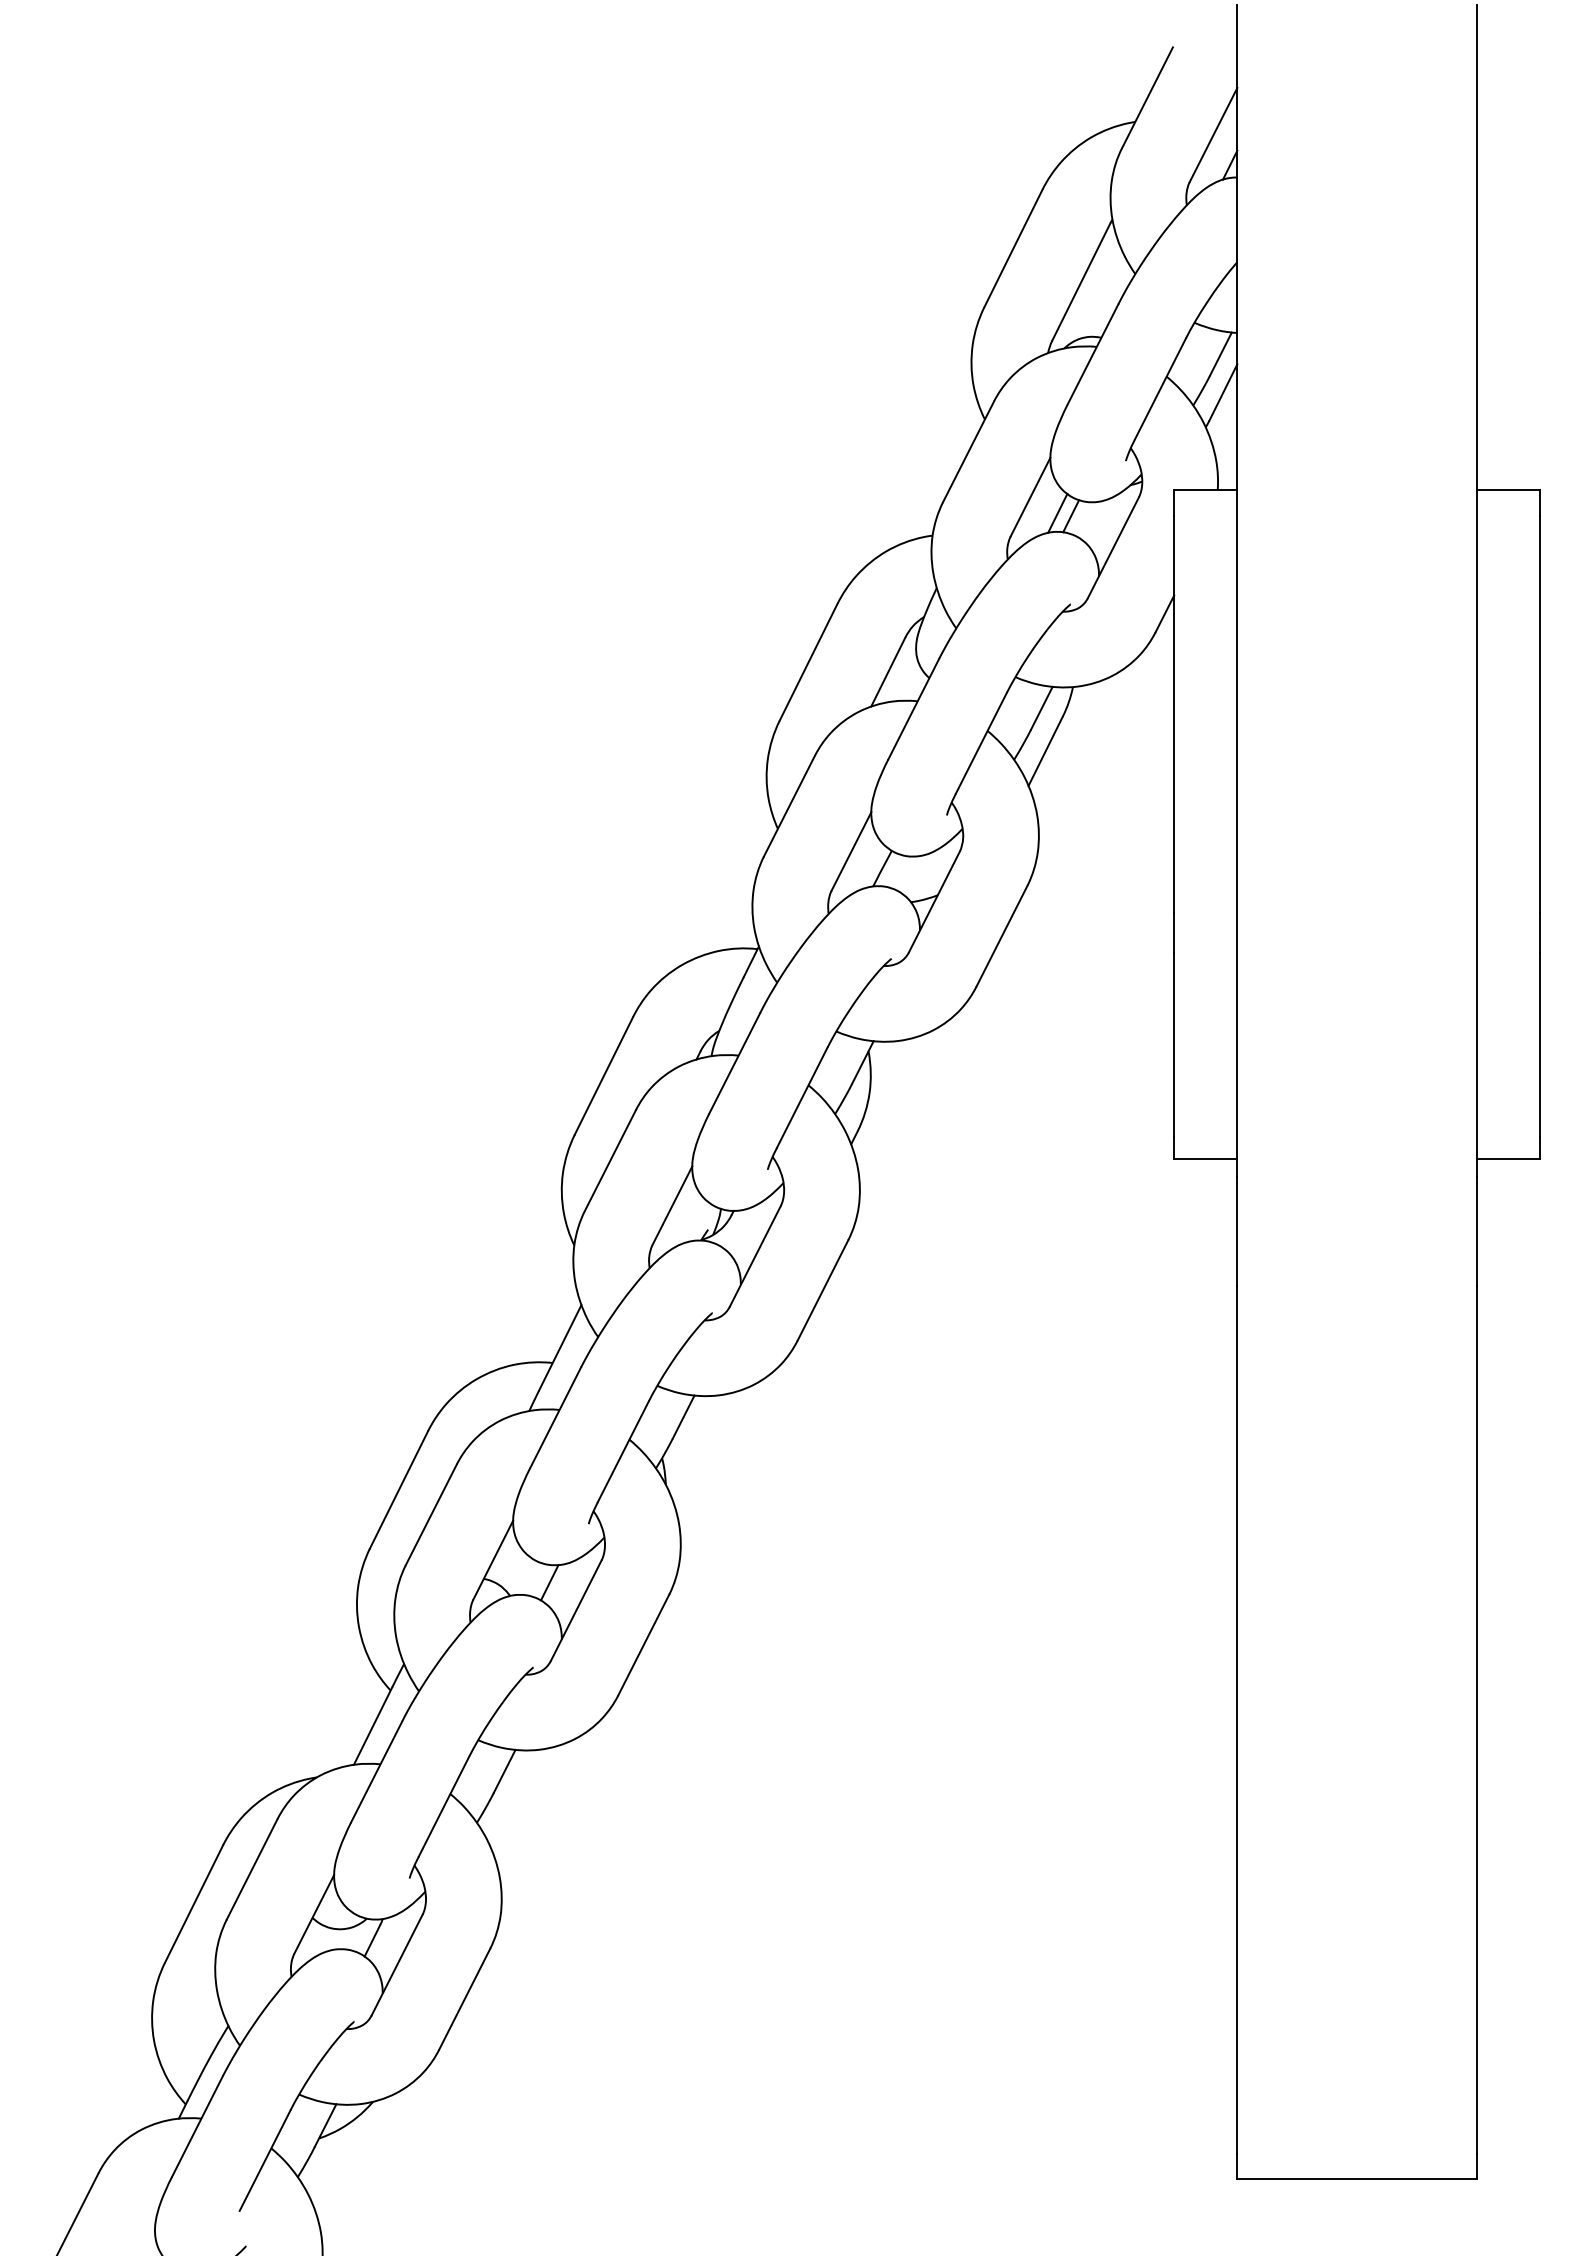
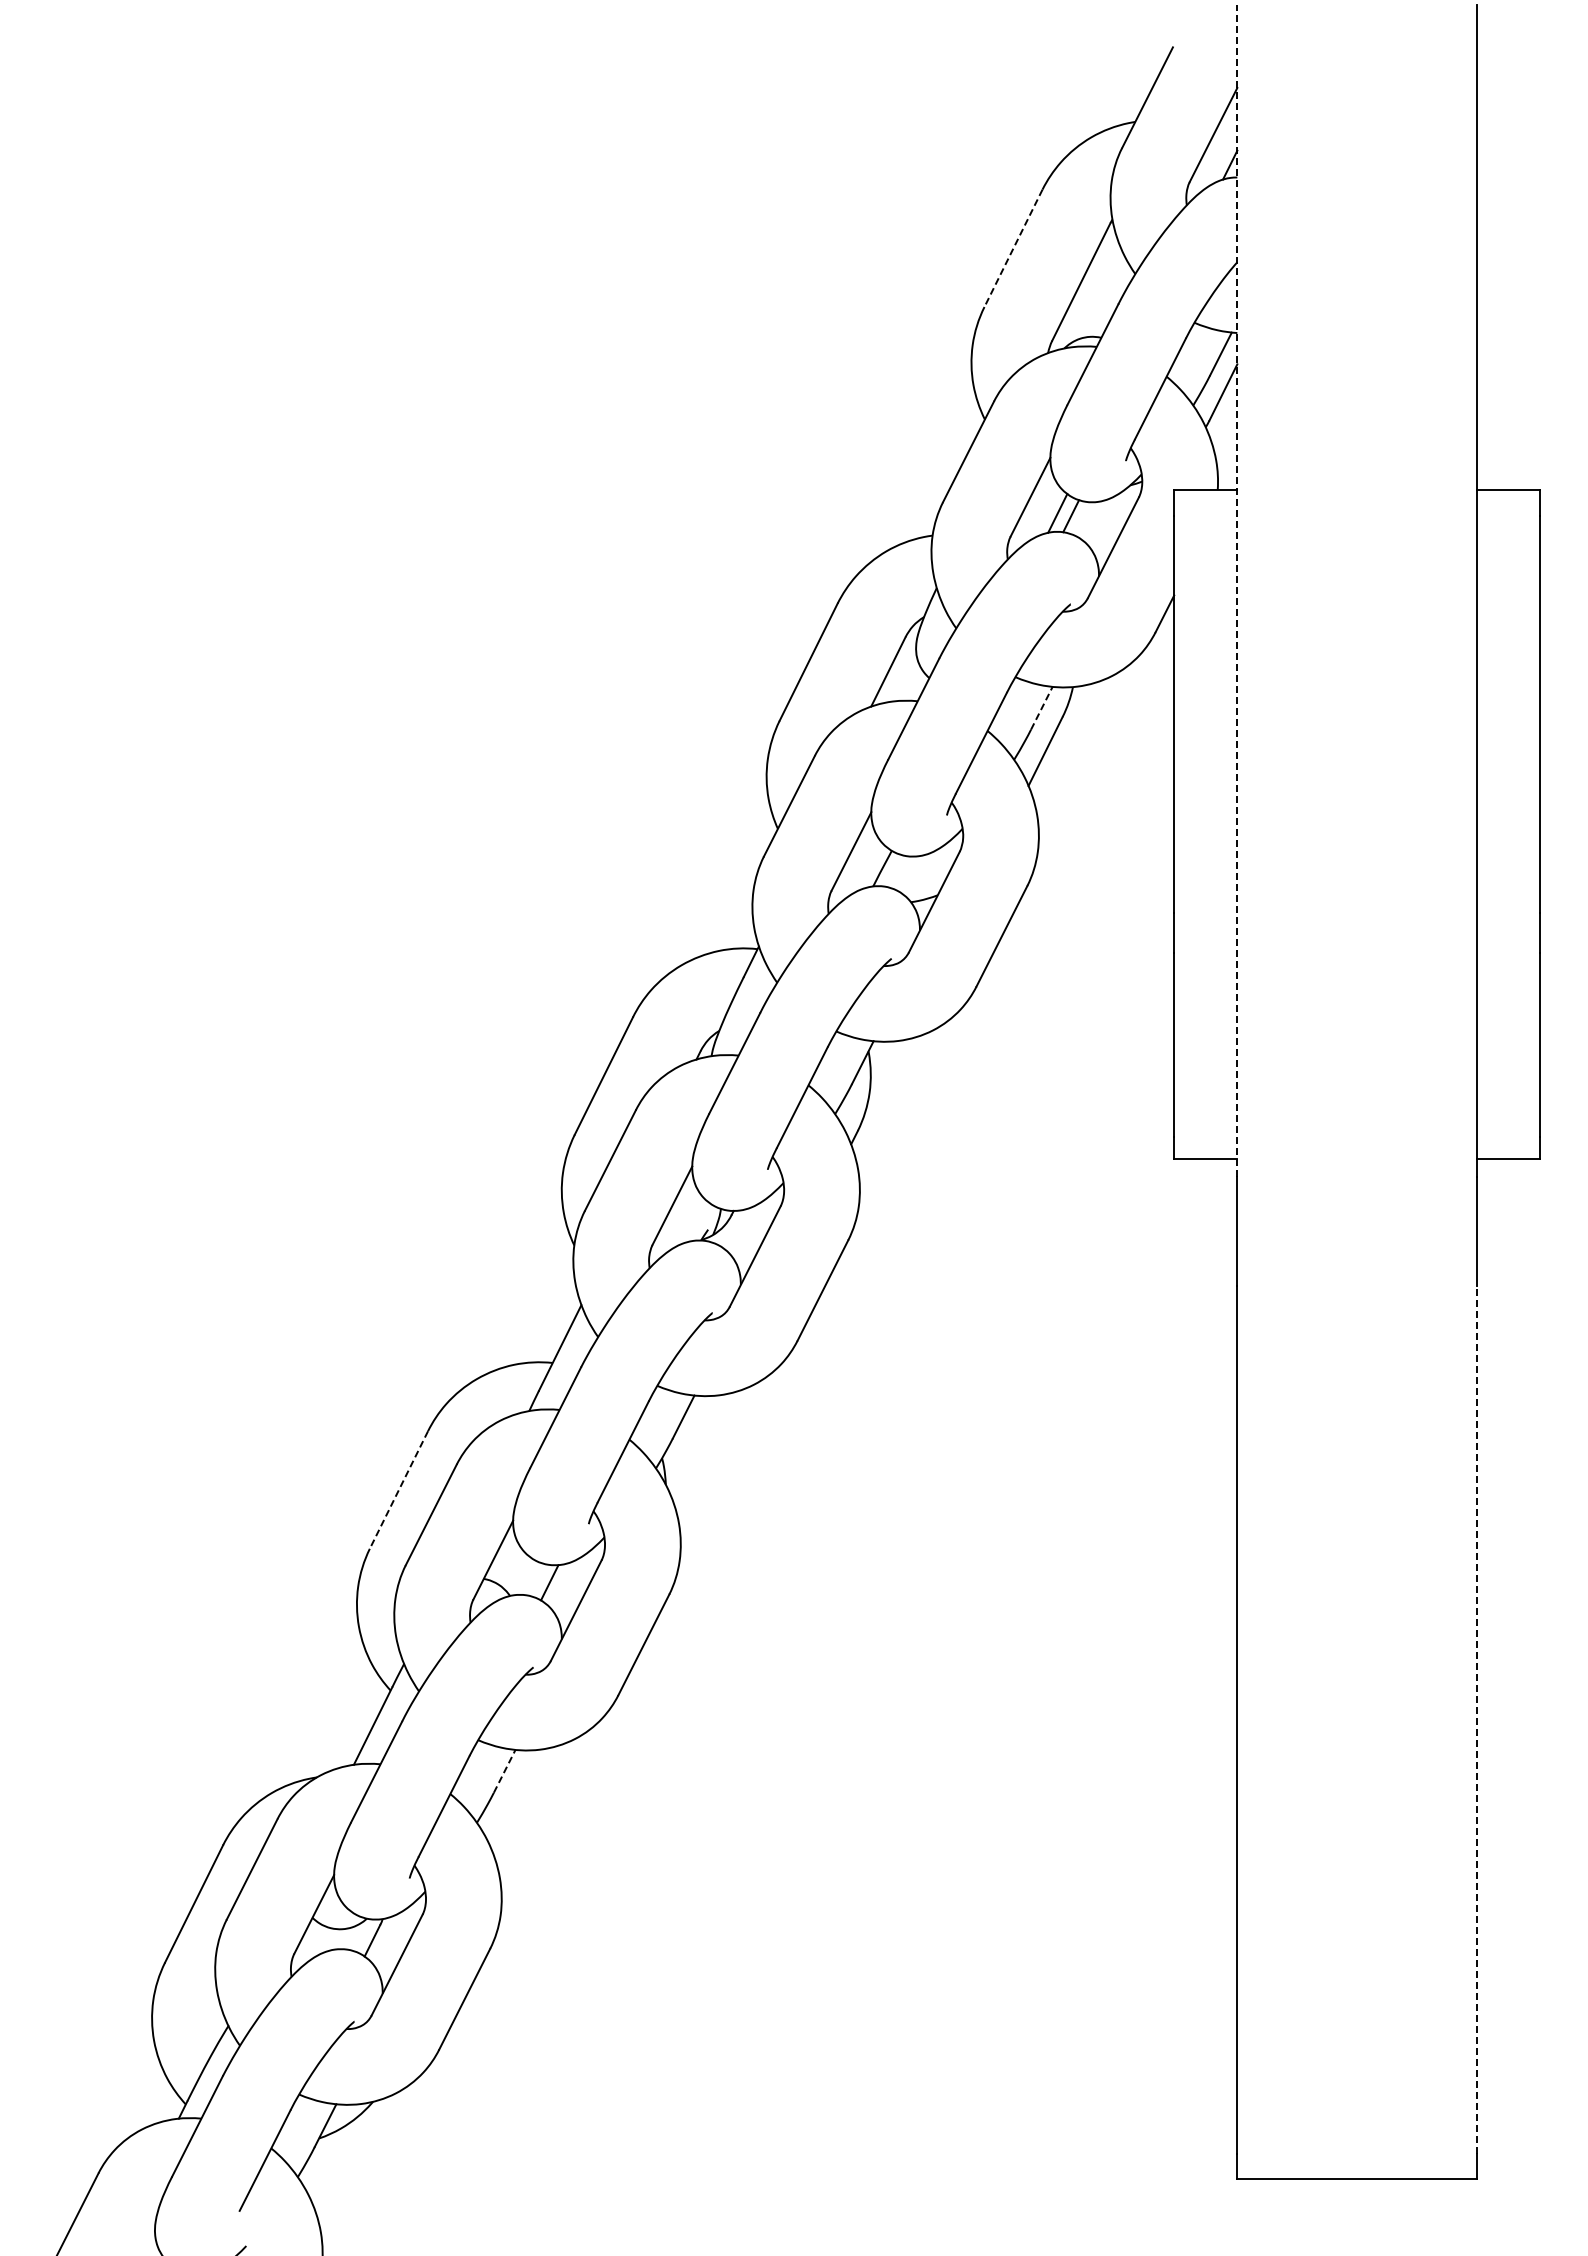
line at (1013, 248): solid -> dashed
line at (1237, 590): solid -> dashed
line at (1041, 708): solid -> dashed
line at (398, 1490): solid -> dashed
line at (1477, 1719): solid -> dashed
line at (504, 1771): solid -> dashed
